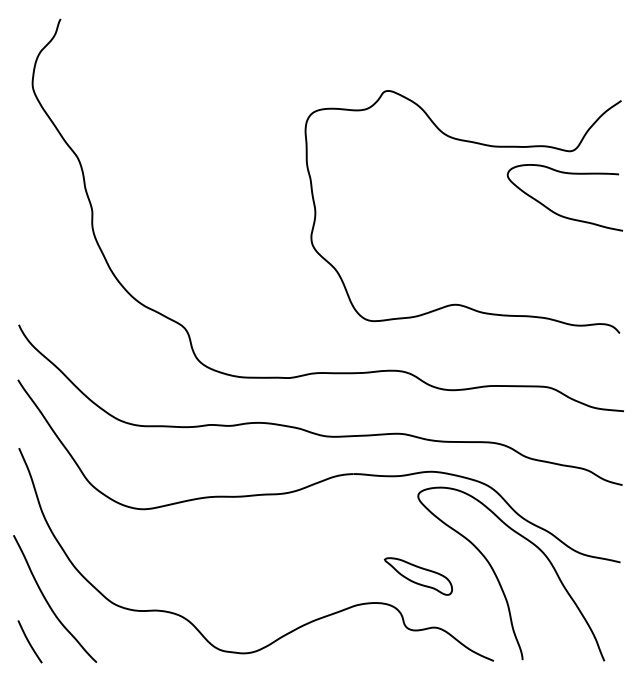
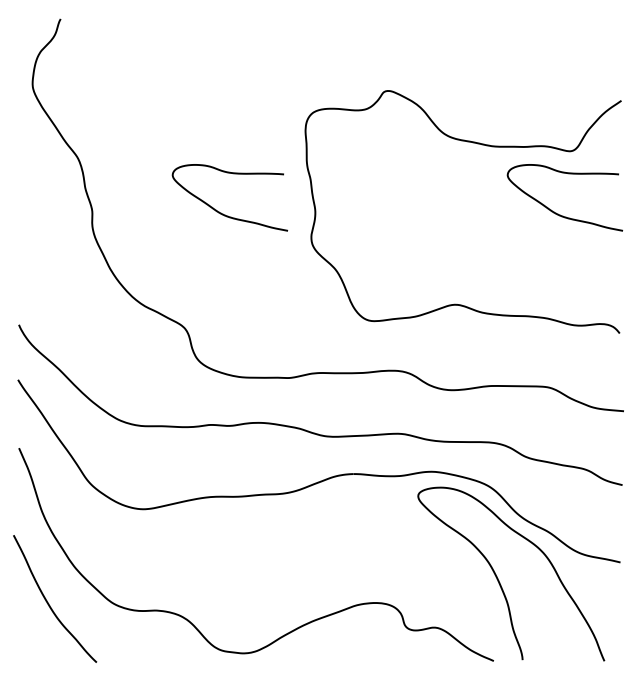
curve at (221, 212): none -> present
part at (418, 576): present -> none
curve at (29, 641): present -> none
